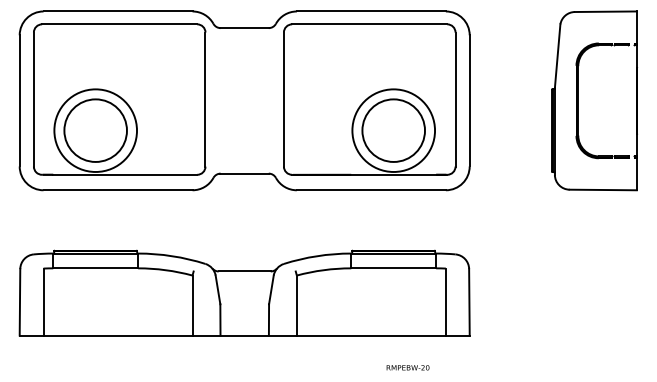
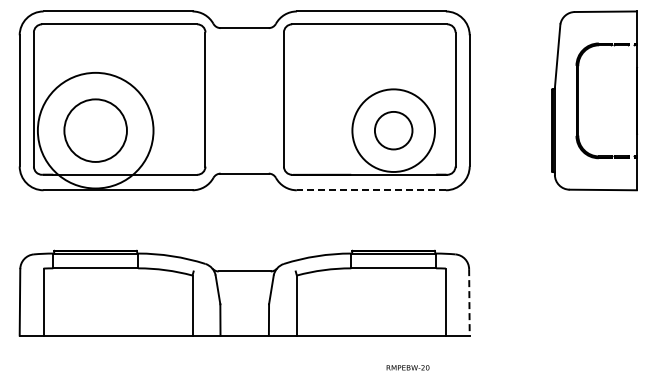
circle at (95, 130) diameter: 83 px -> 116 px
circle at (393, 130) diameter: 63 px -> 38 px
line at (371, 190): solid -> dashed
line at (469, 302): solid -> dashed
